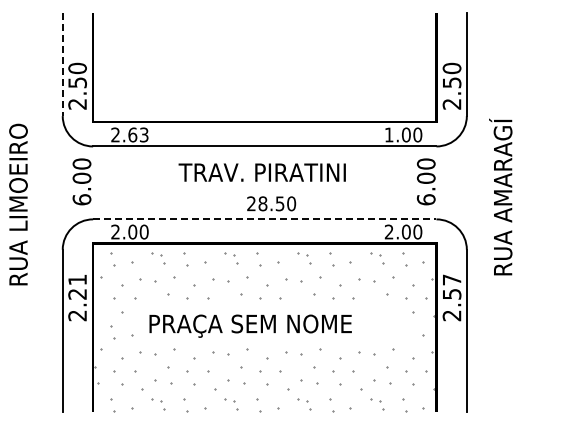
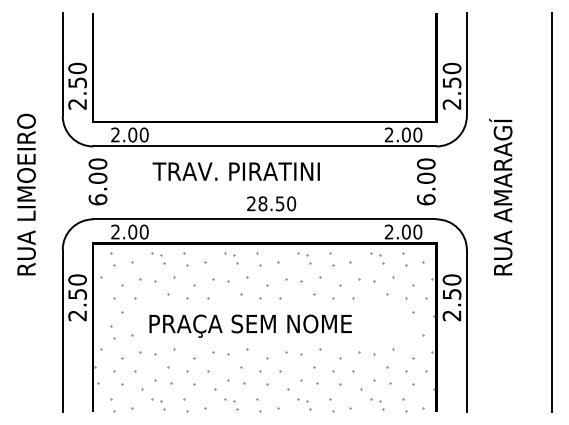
line at (62, 64): dashed -> solid
text at (138, 134): 2.63 -> 2.00
text at (388, 134): 1.00 -> 2.00
text at (261, 172) position: (261, 172) -> (235, 171)
text at (81, 181) position: (81, 181) -> (97, 181)
text at (18, 204) position: (18, 204) -> (26, 194)
line at (551, 212): none -> present
line at (264, 219): dashed -> solid
text at (451, 279): 2.57 -> 2.50
text at (77, 286): 2.21 -> 2.50
